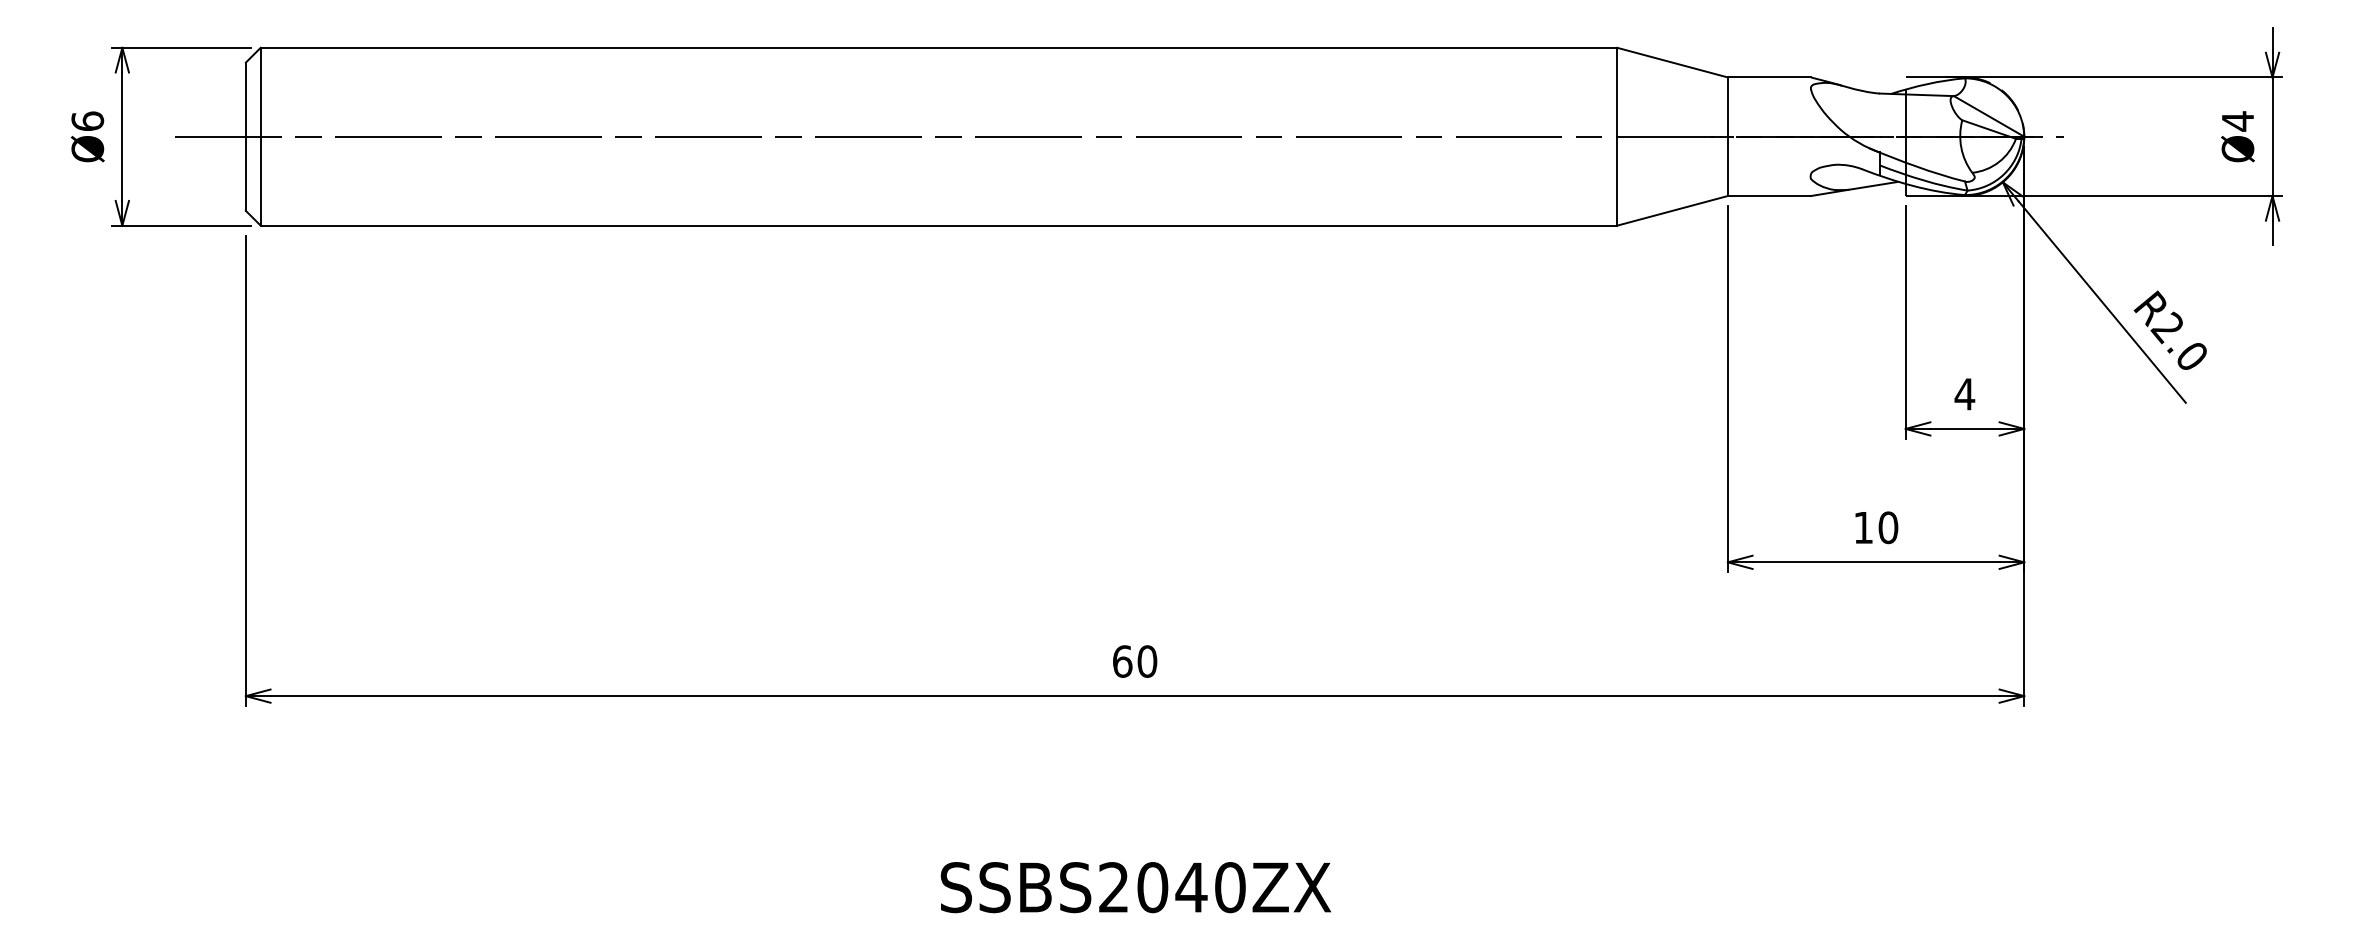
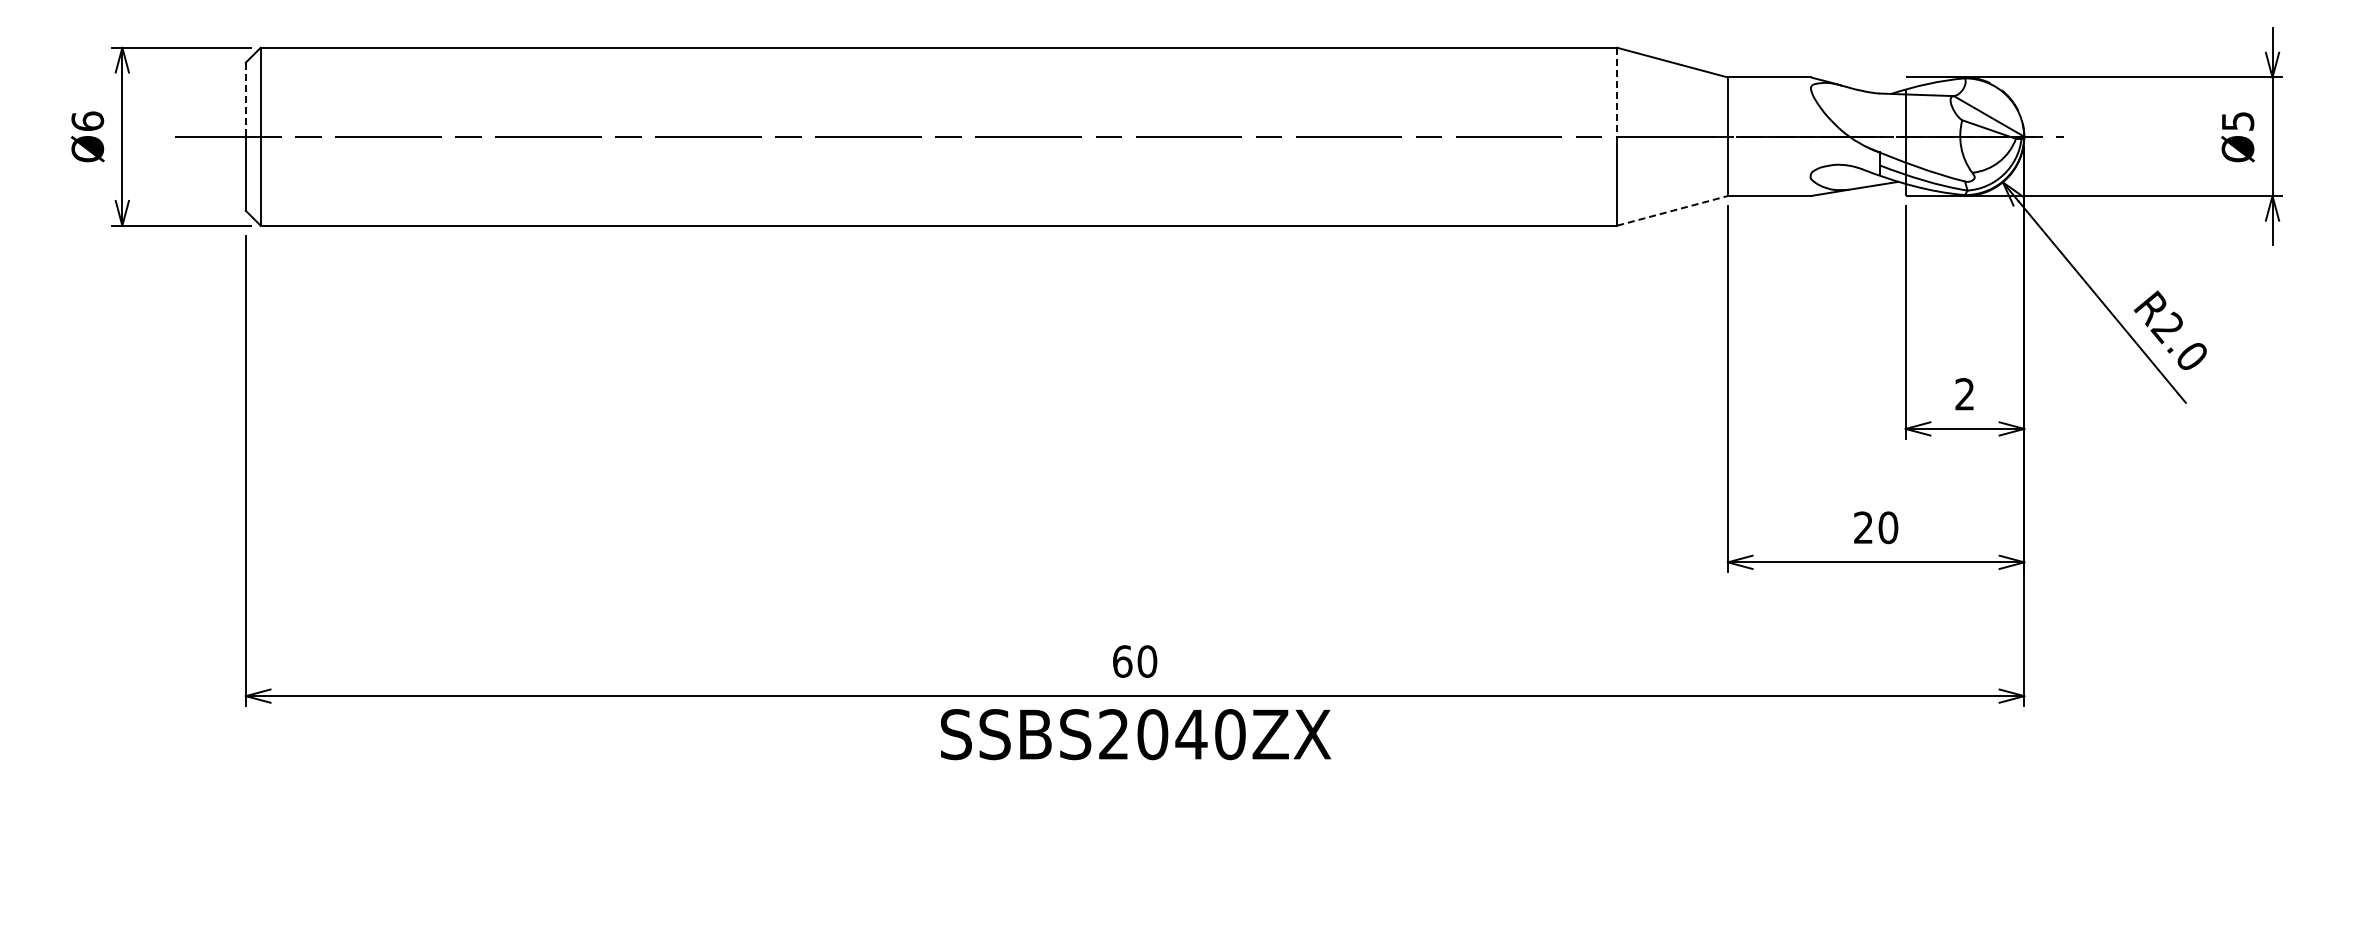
line at (1617, 92): solid -> dashed
line at (245, 100): solid -> dashed
text at (2238, 121): Ø4 -> Ø5
line at (1673, 210): solid -> dashed
text at (1964, 394): 4 -> 2
text at (1863, 527): 10 -> 20
text at (1135, 887) position: (1135, 887) -> (1135, 734)
